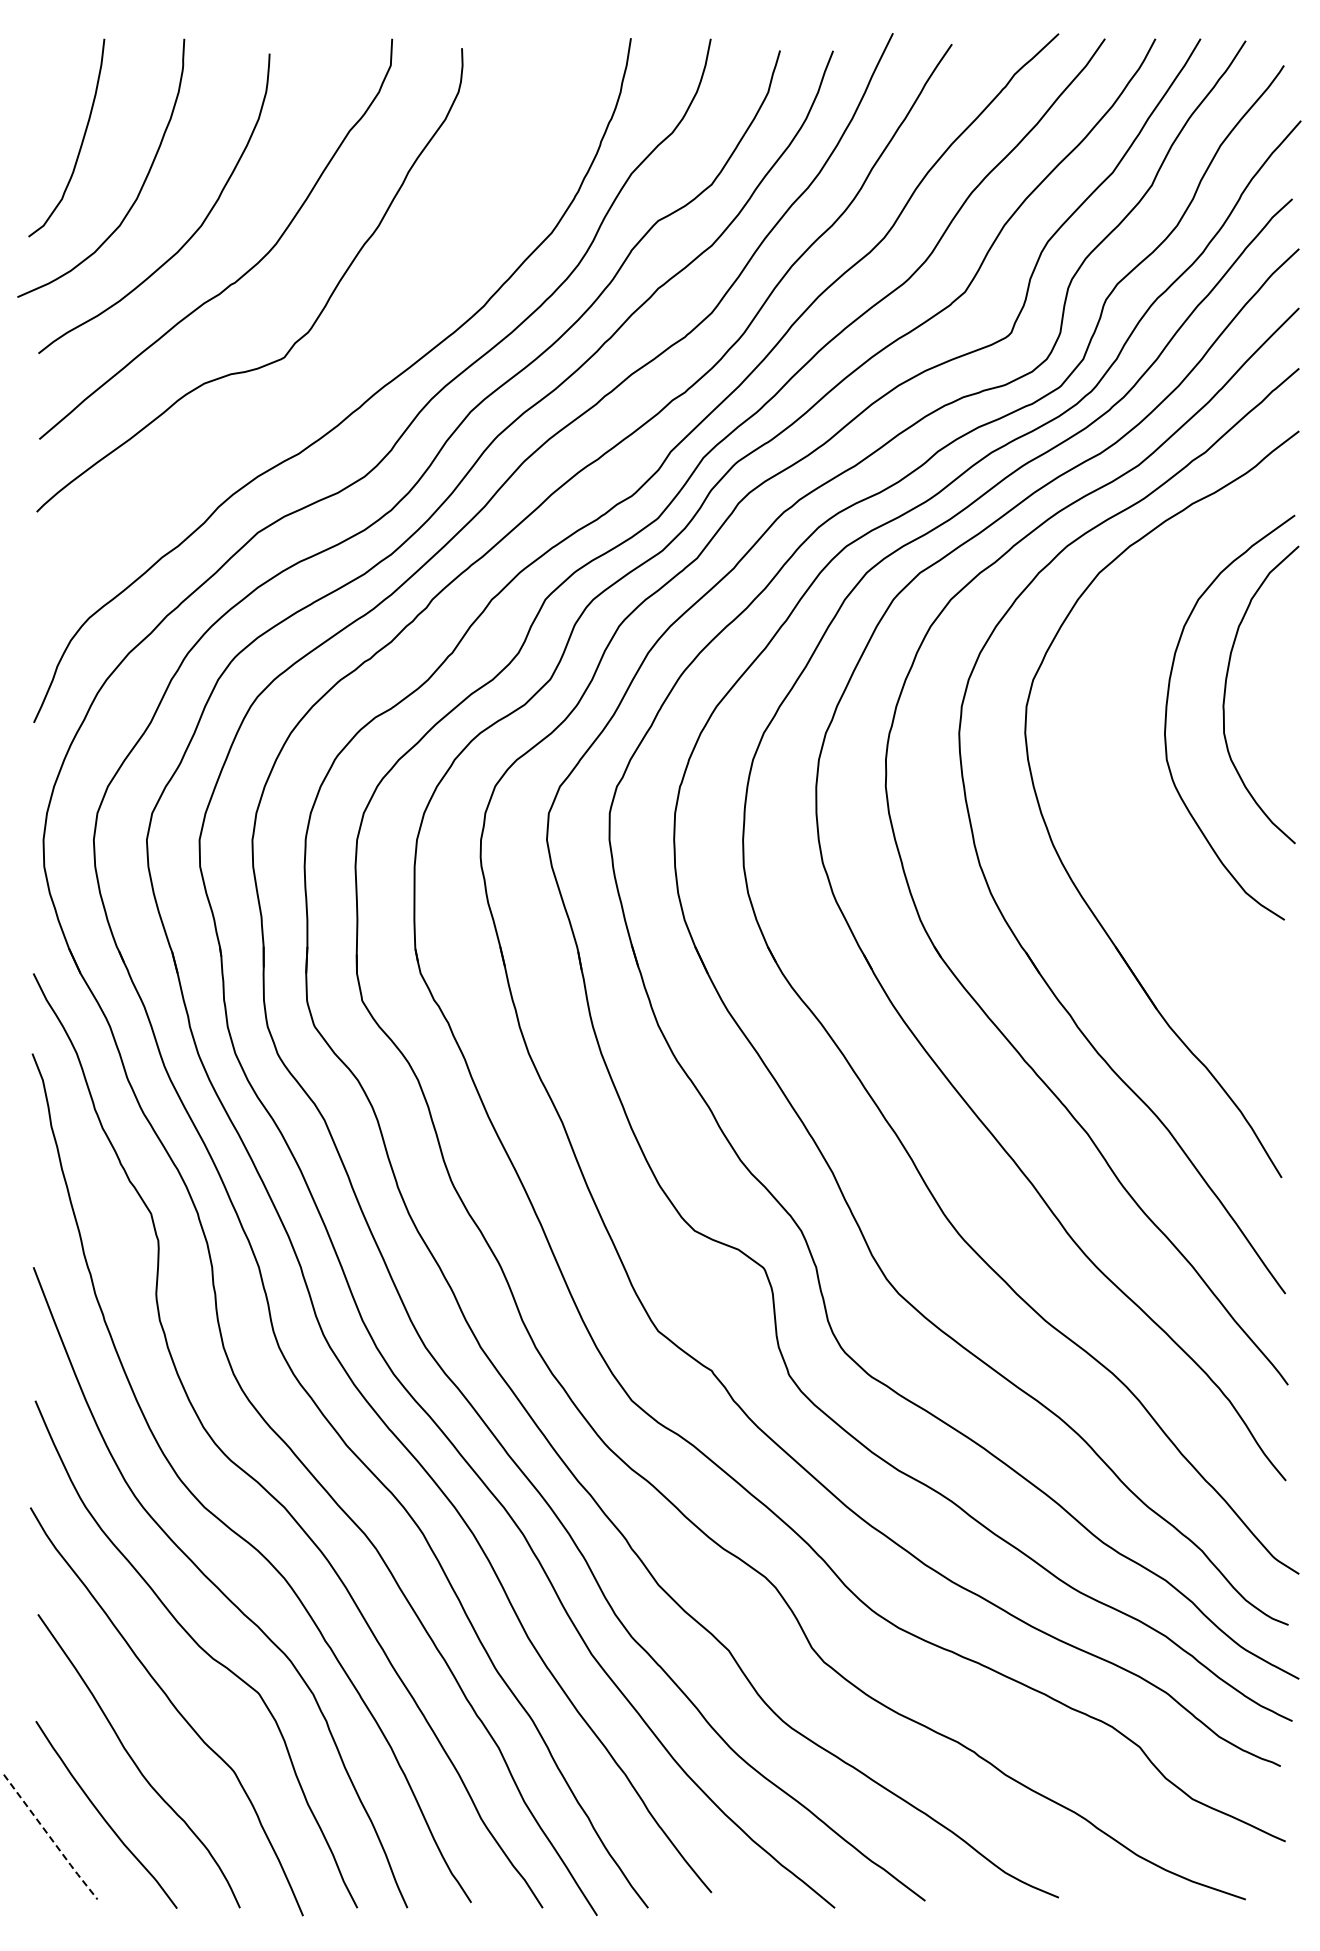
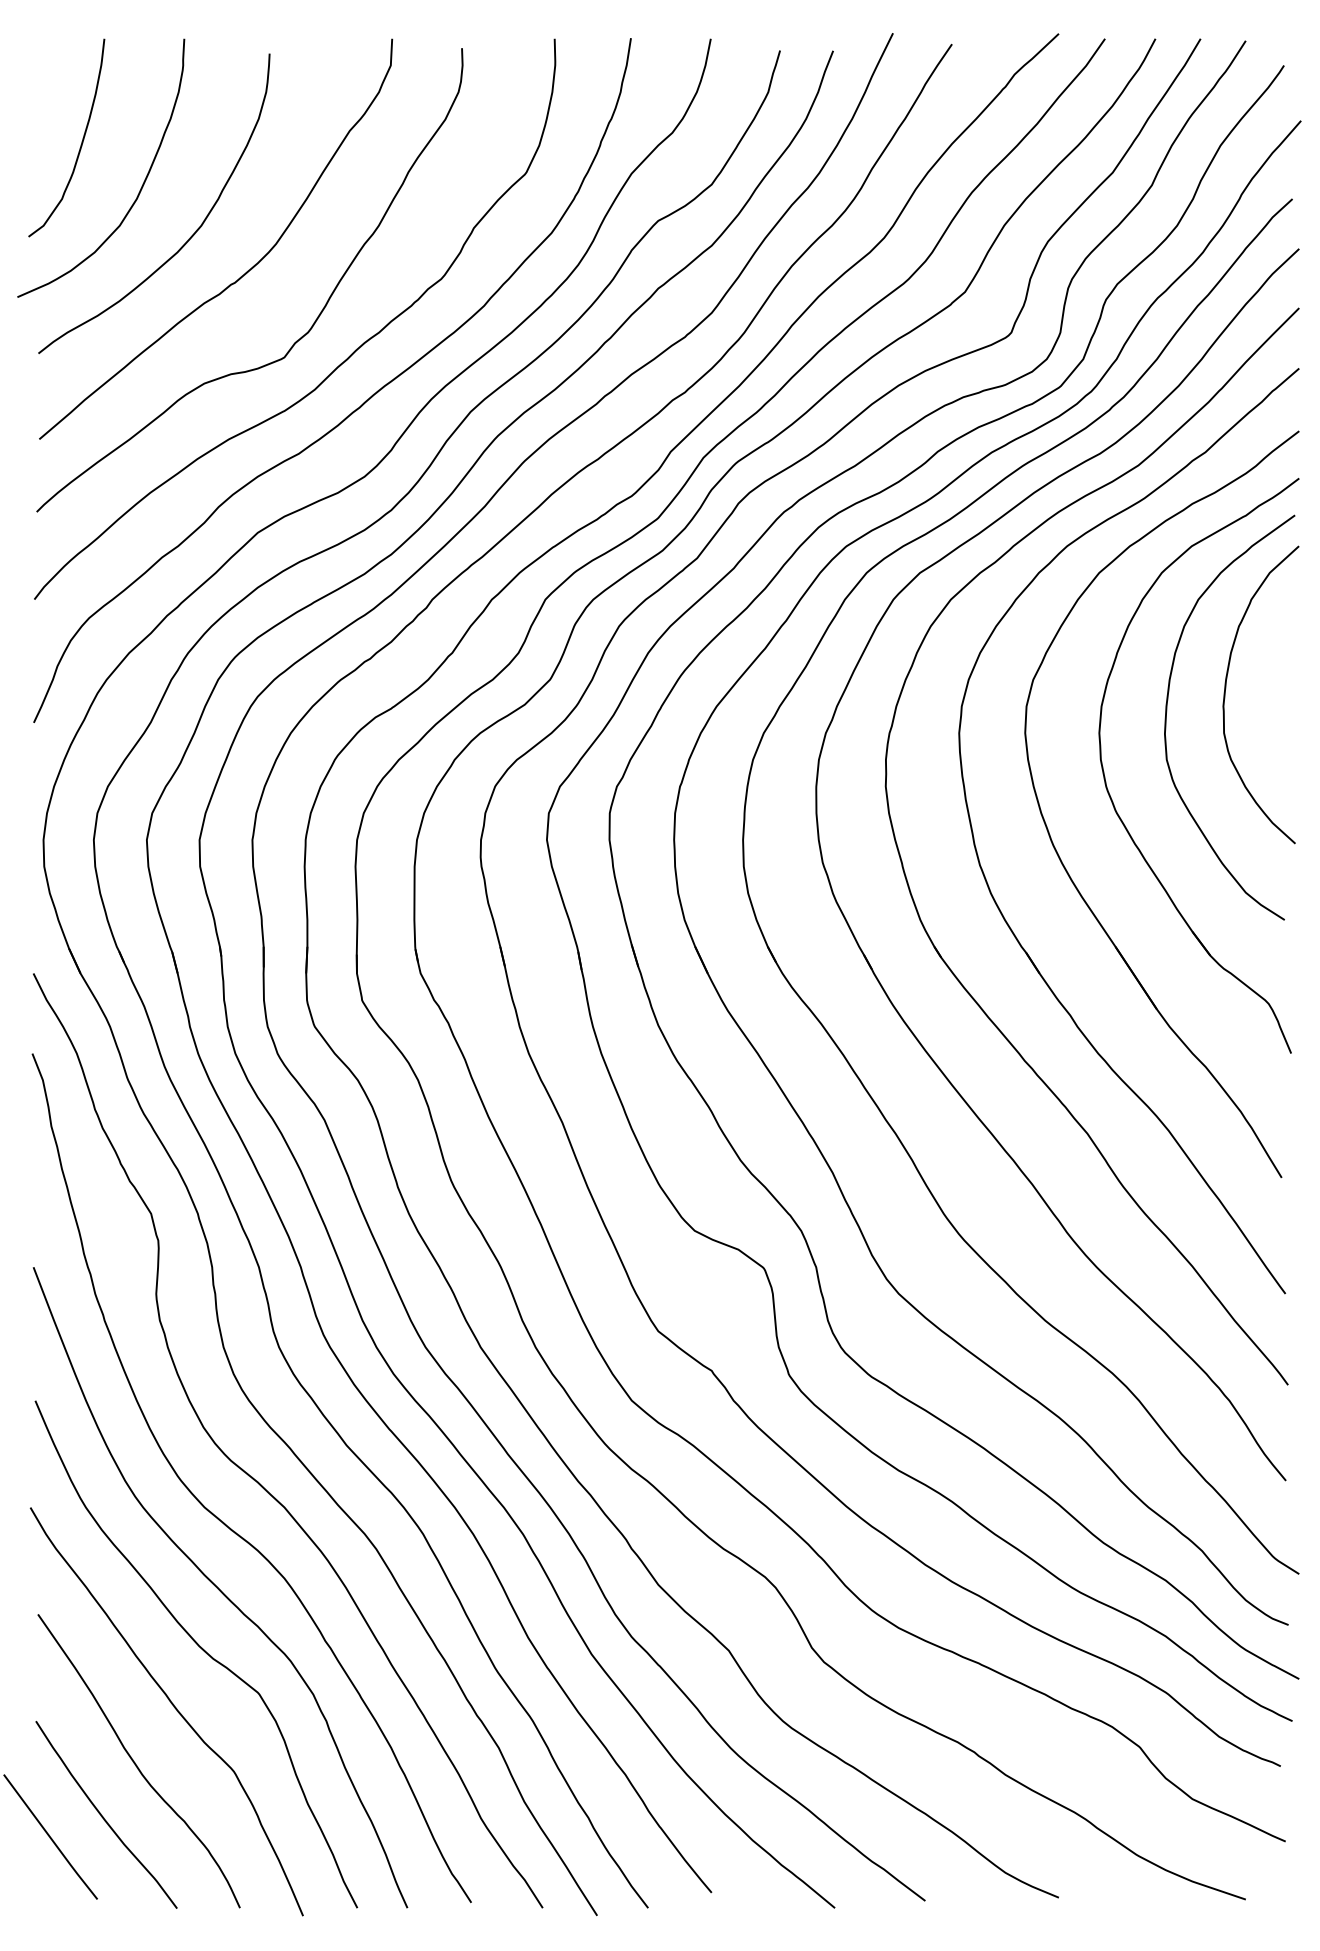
curve at (340, 363): none -> present
part at (1113, 801): none -> present
line at (51, 1838): dashed -> solid
